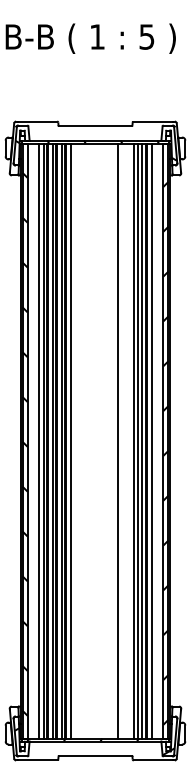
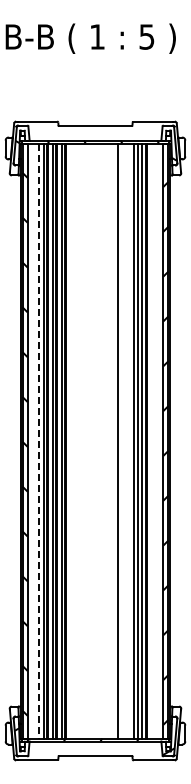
line at (70, 440): present -> none
line at (151, 440): present -> none
line at (39, 441): solid -> dashed
